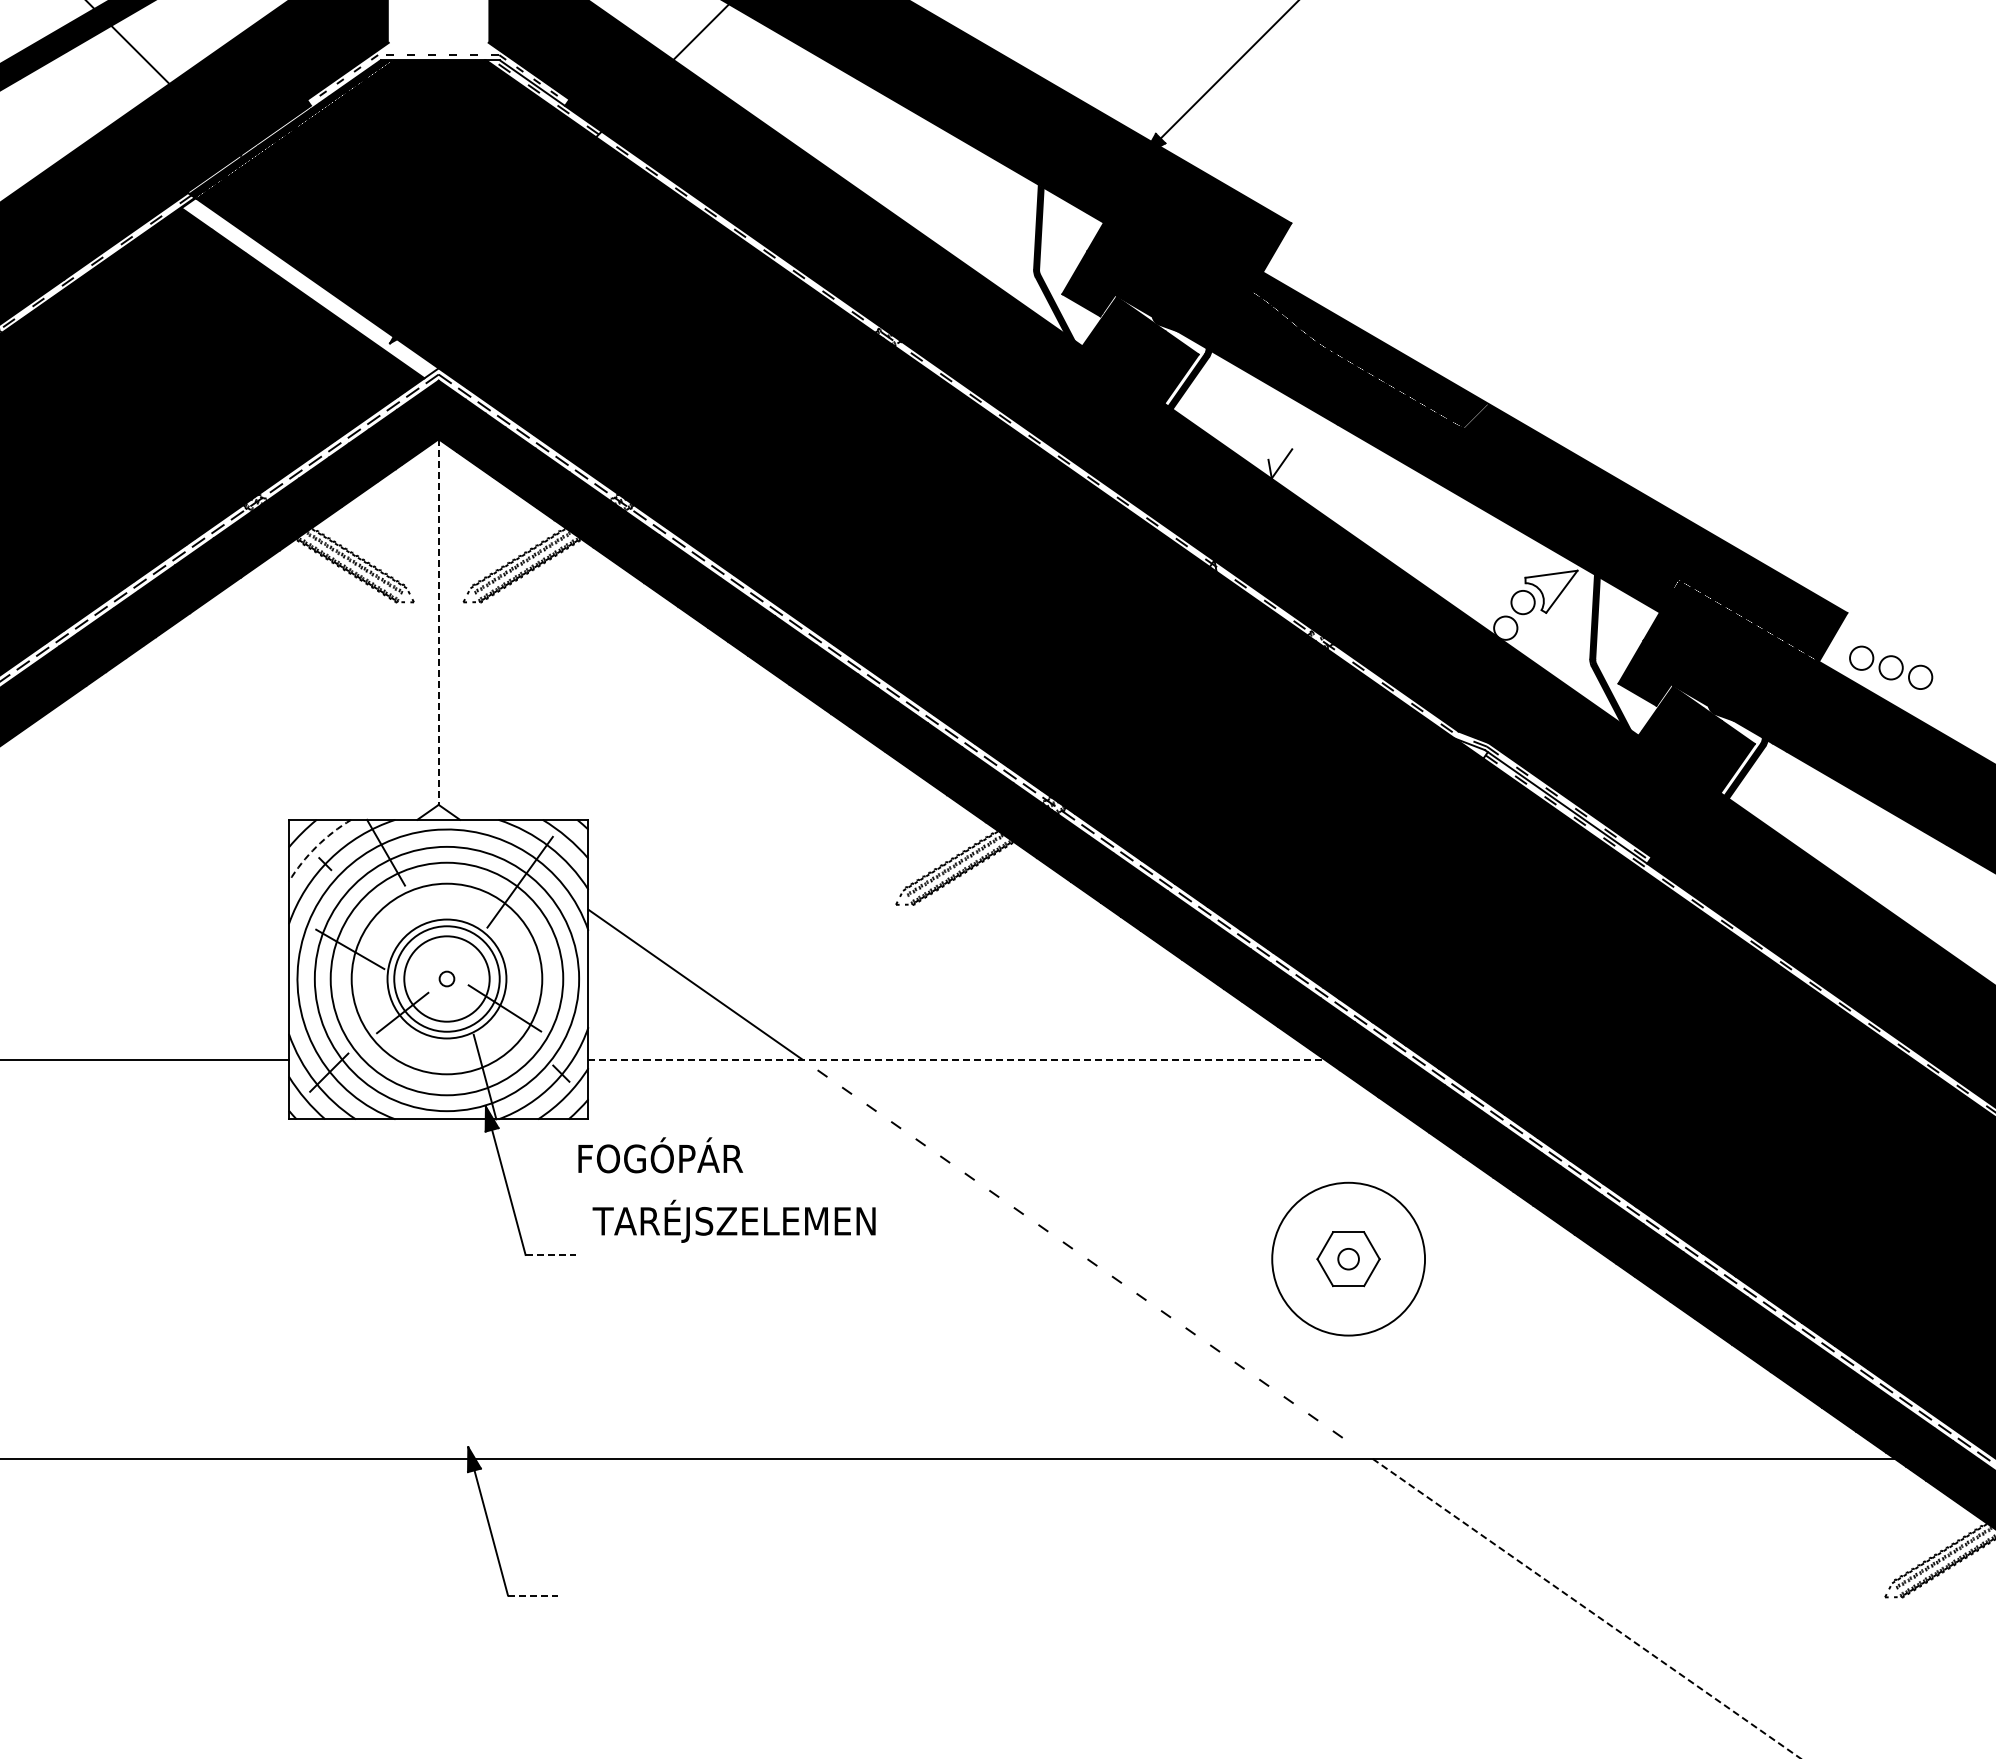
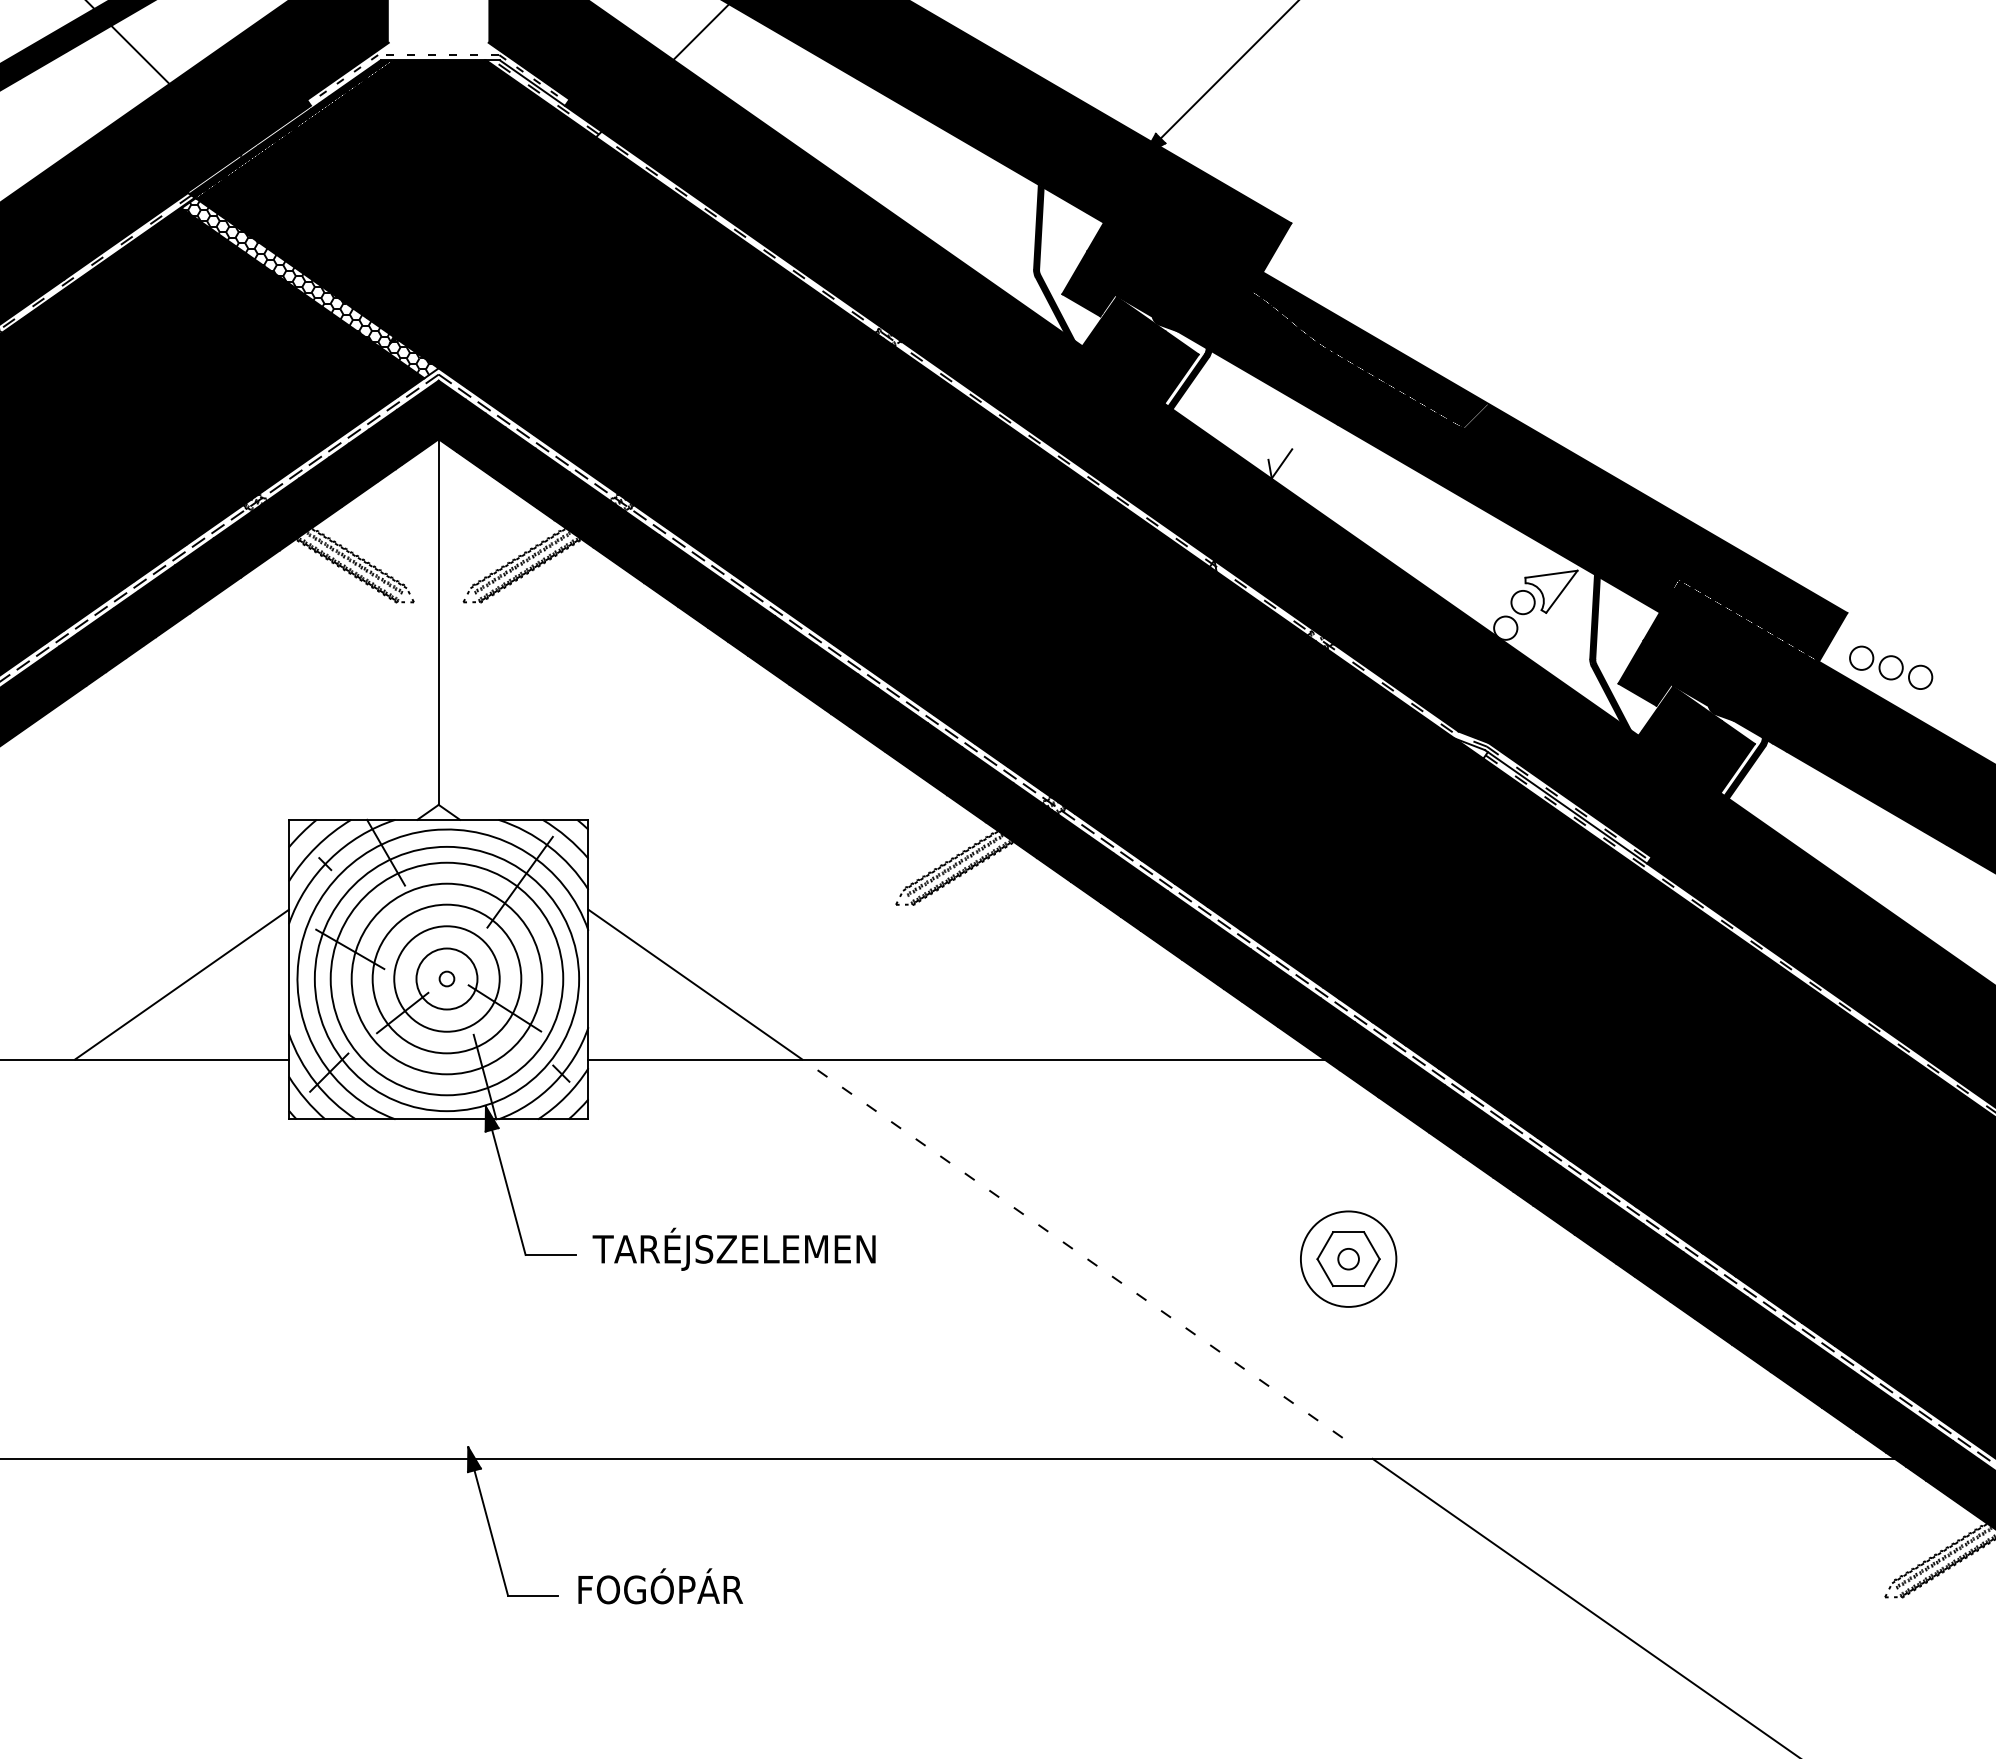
hatch at (311, 288): none -> present
line at (438, 622): dashed -> solid
arc at (316, 846): dashed -> solid
circle at (446, 978) diameter: 119 px -> 149 px
circle at (446, 978) diameter: 85 px -> 61 px
line at (181, 984): none -> present
line at (957, 1059): dashed -> solid
text at (660, 1155) position: (660, 1155) -> (660, 1586)
text at (733, 1220) position: (733, 1220) -> (733, 1248)
line at (550, 1254): dashed -> solid
circle at (1348, 1258) diameter: 153 px -> 95 px
line at (532, 1595): dashed -> solid
line at (1587, 1609): dashed -> solid
